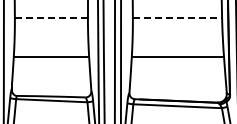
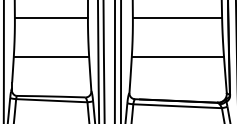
line at (51, 17): dashed -> solid
line at (177, 17): dashed -> solid
